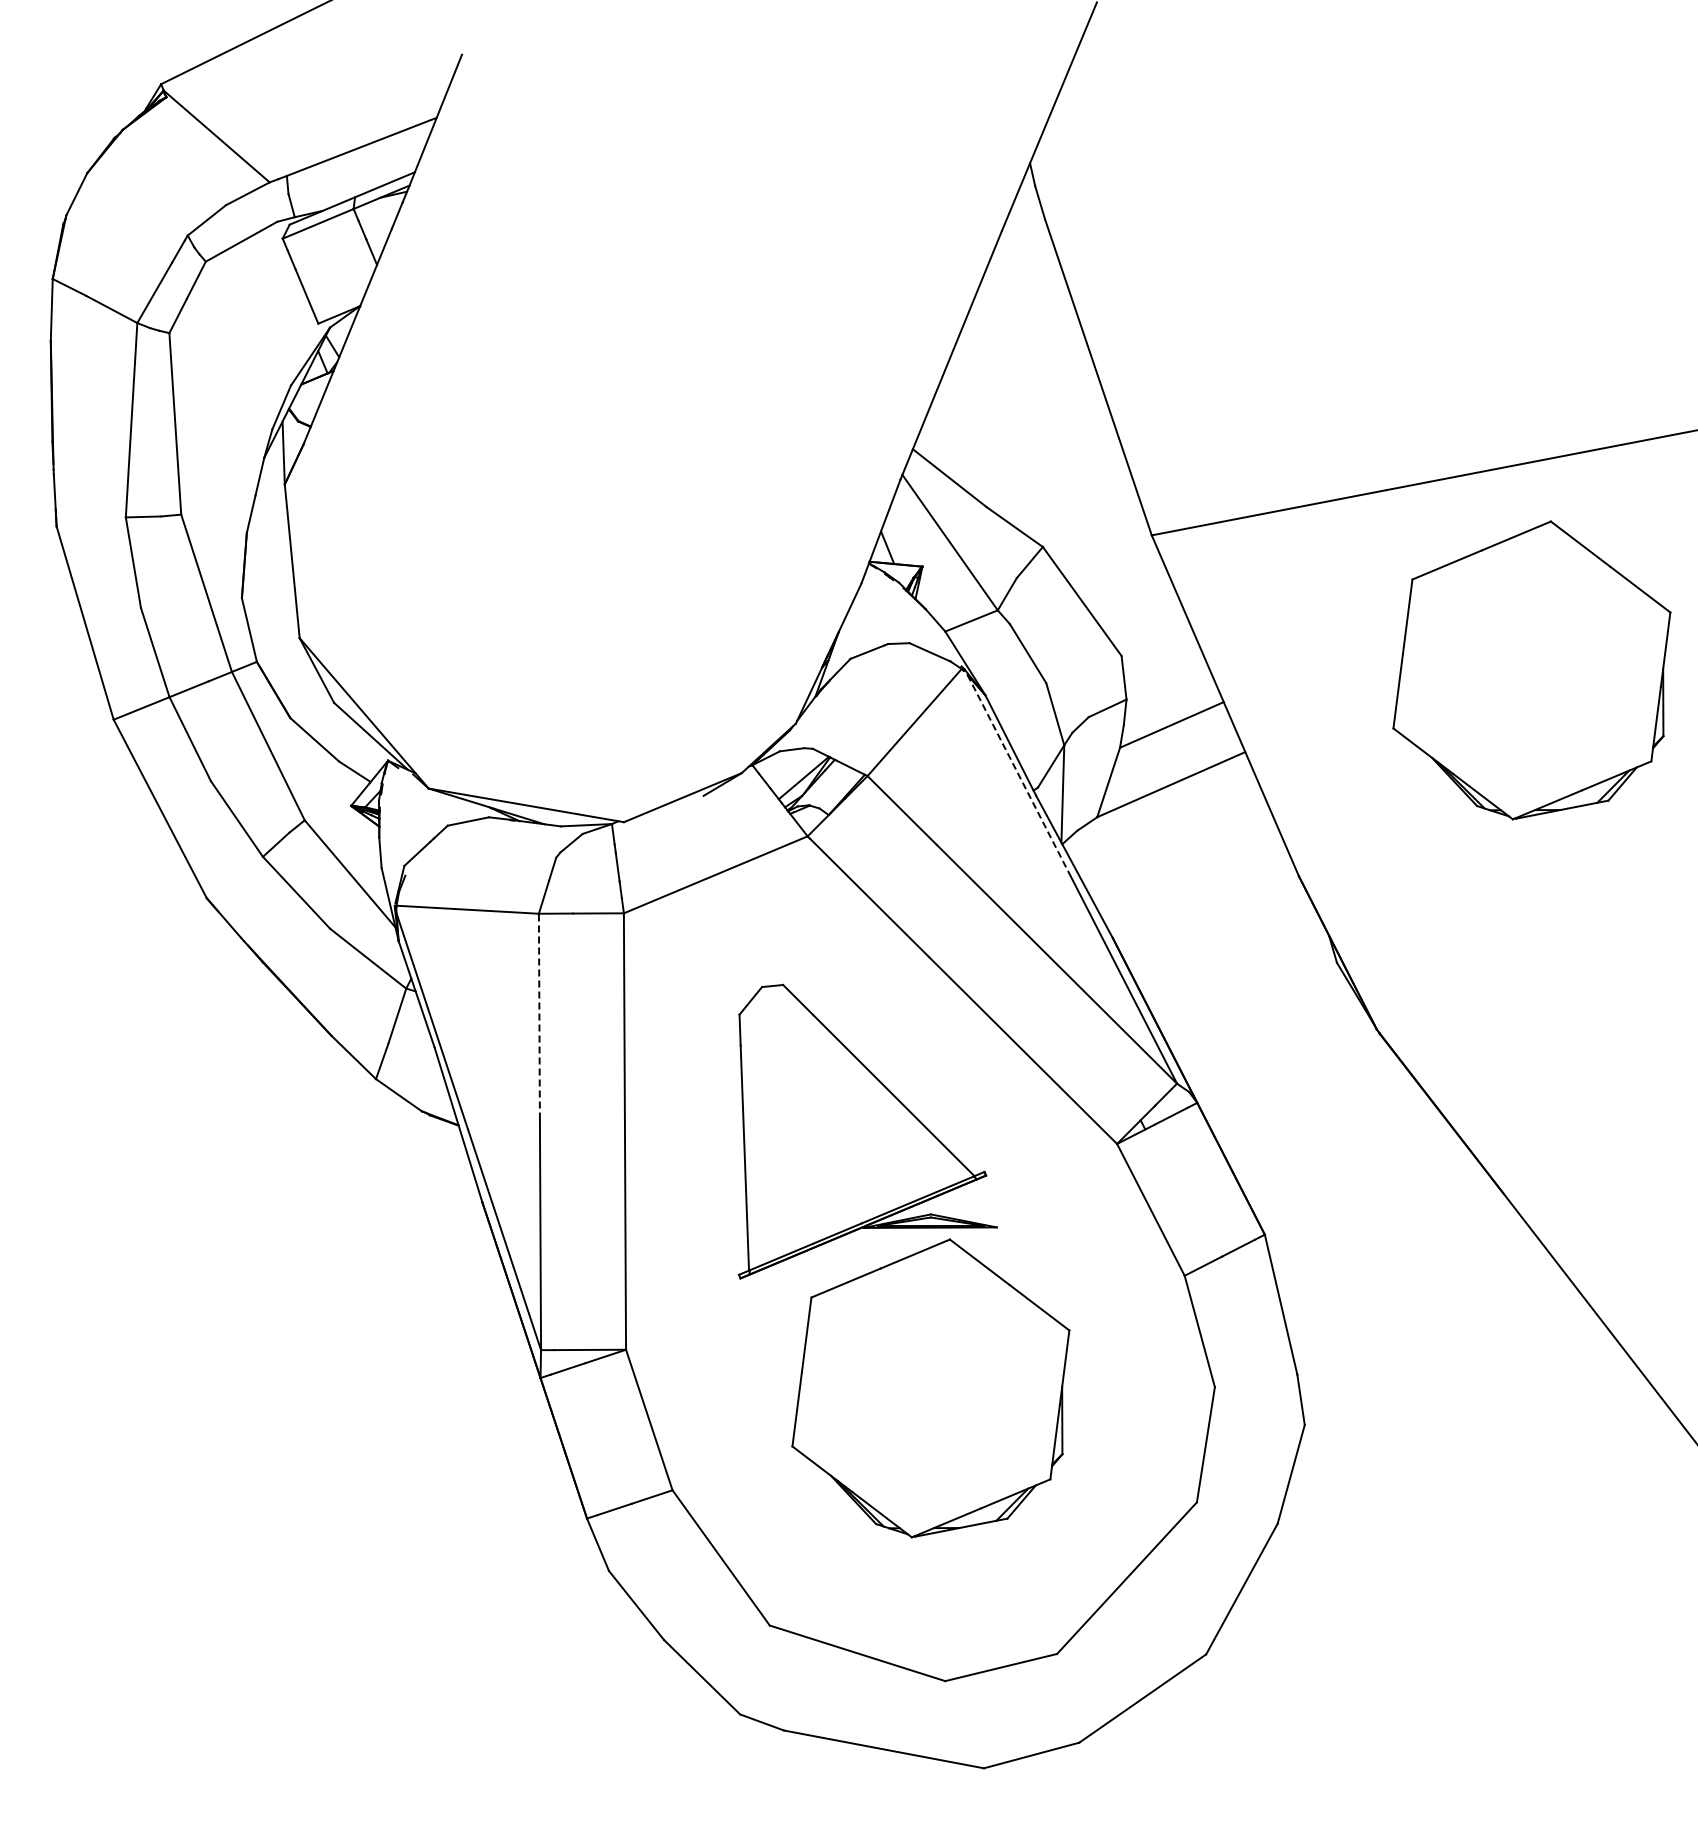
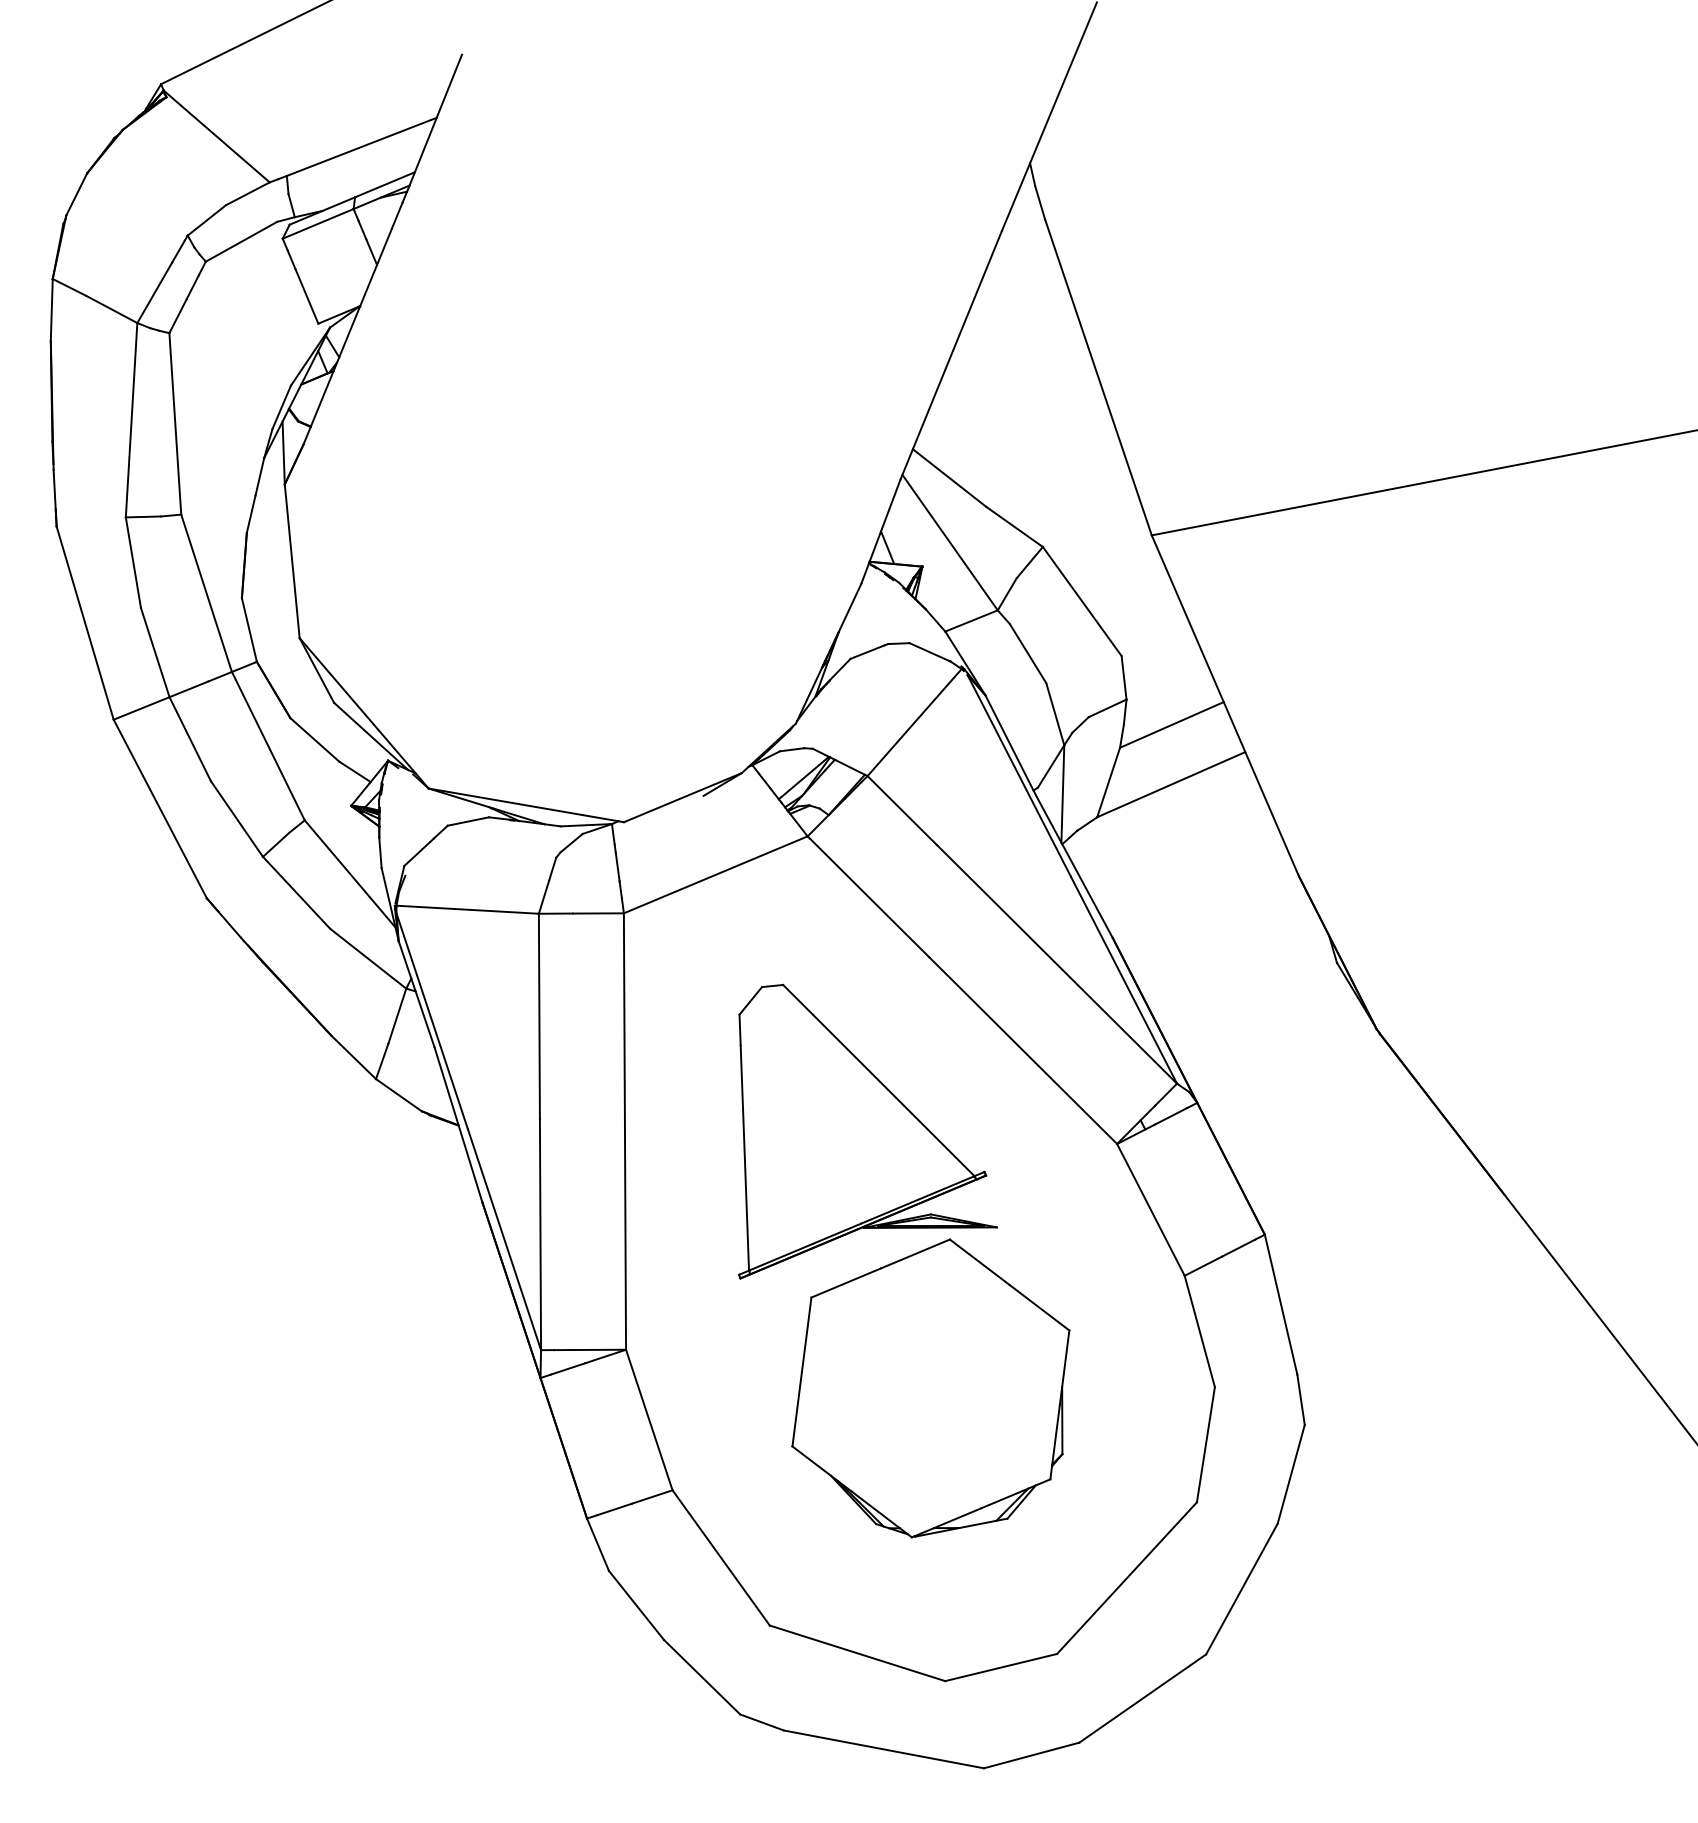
part at (1531, 670): present -> none
line at (1019, 776): dashed -> solid
line at (539, 1016): dashed -> solid
